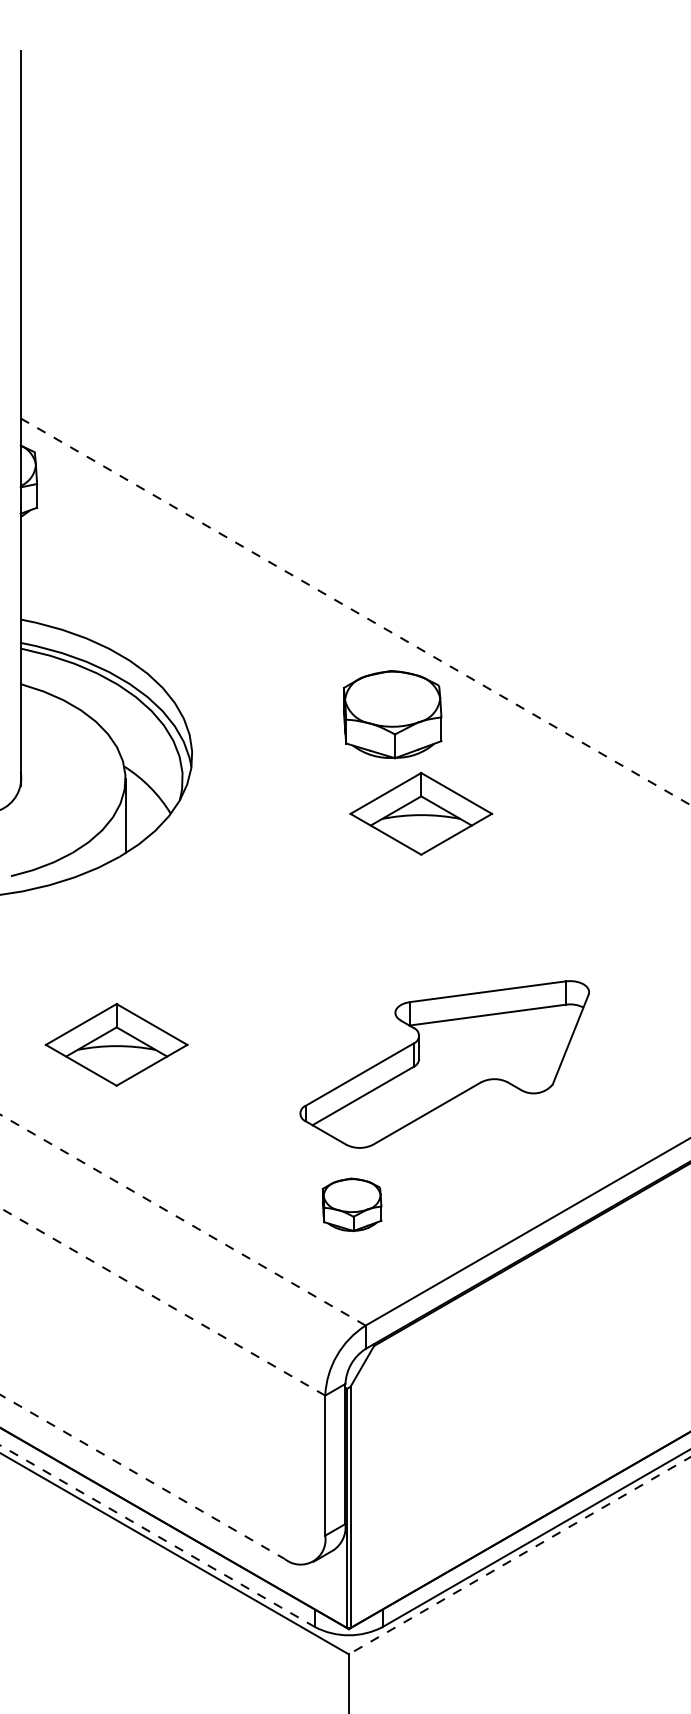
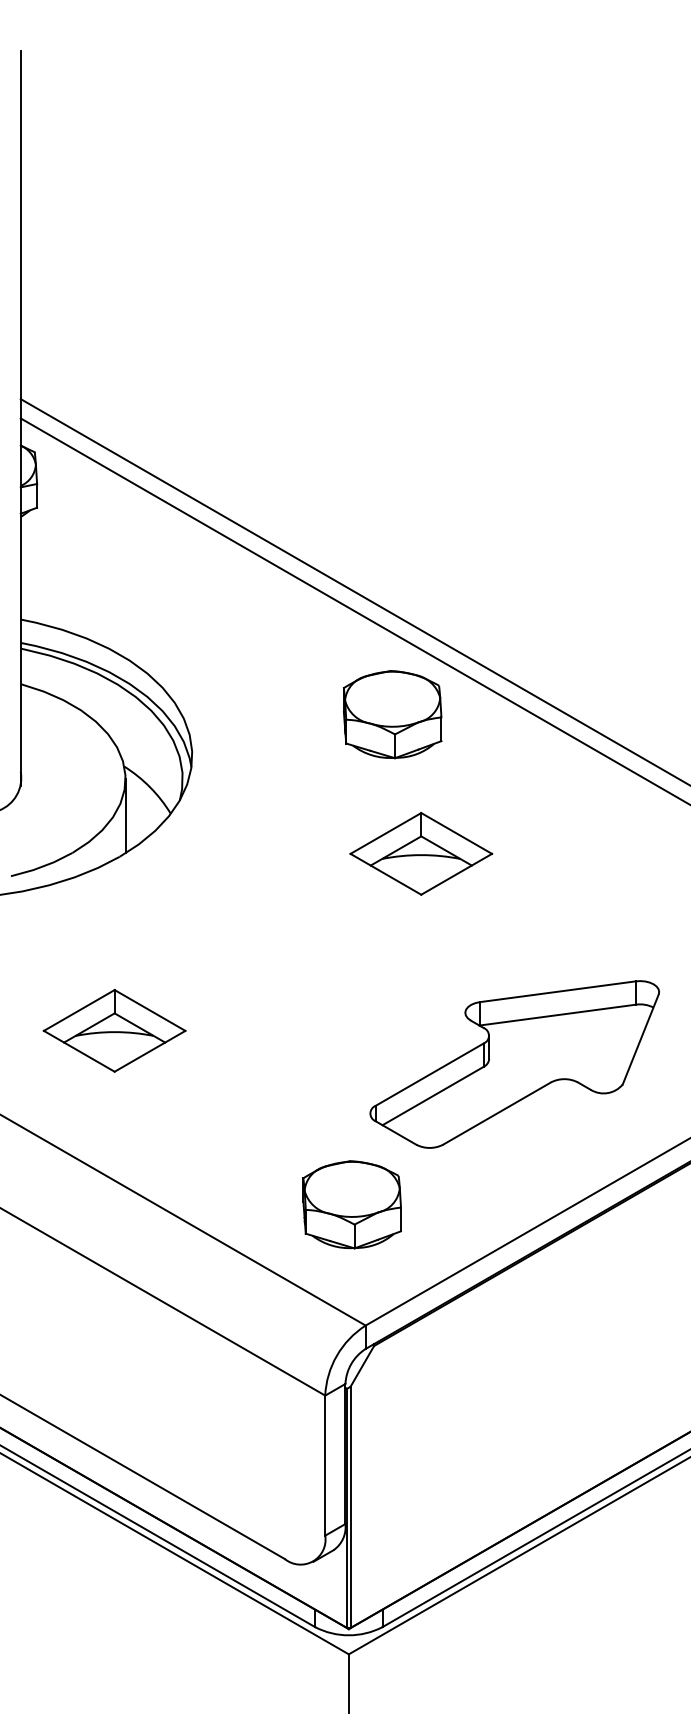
line at (353, 591): none -> present
line at (355, 611): dashed -> solid
part at (421, 813) position: (421, 813) -> (421, 853)
part at (116, 1044) position: (116, 1044) -> (114, 1030)
part at (444, 1064) position: (444, 1064) -> (514, 1064)
part at (351, 1204) size: 62x56 px -> 100x90 px
line at (183, 1220): dashed -> solid
line at (162, 1301): dashed -> solid
line at (142, 1477): dashed -> solid
line at (157, 1536): dashed -> solid
line at (519, 1555): dashed -> solid
